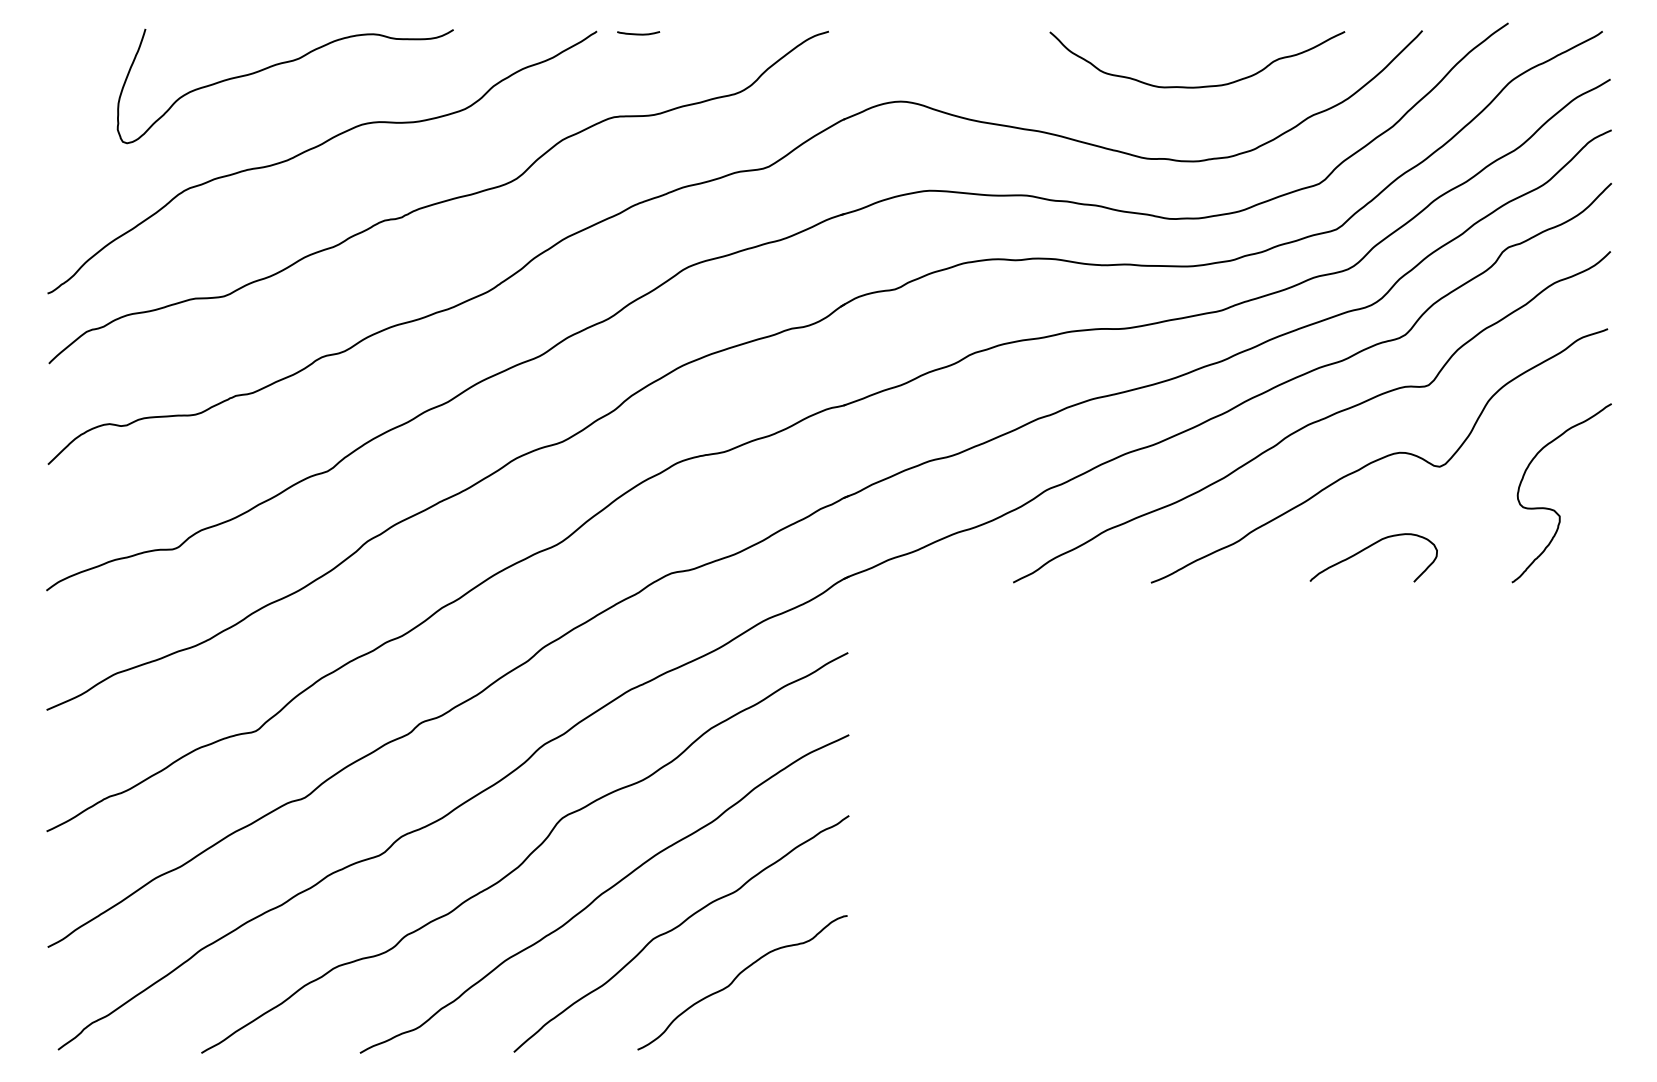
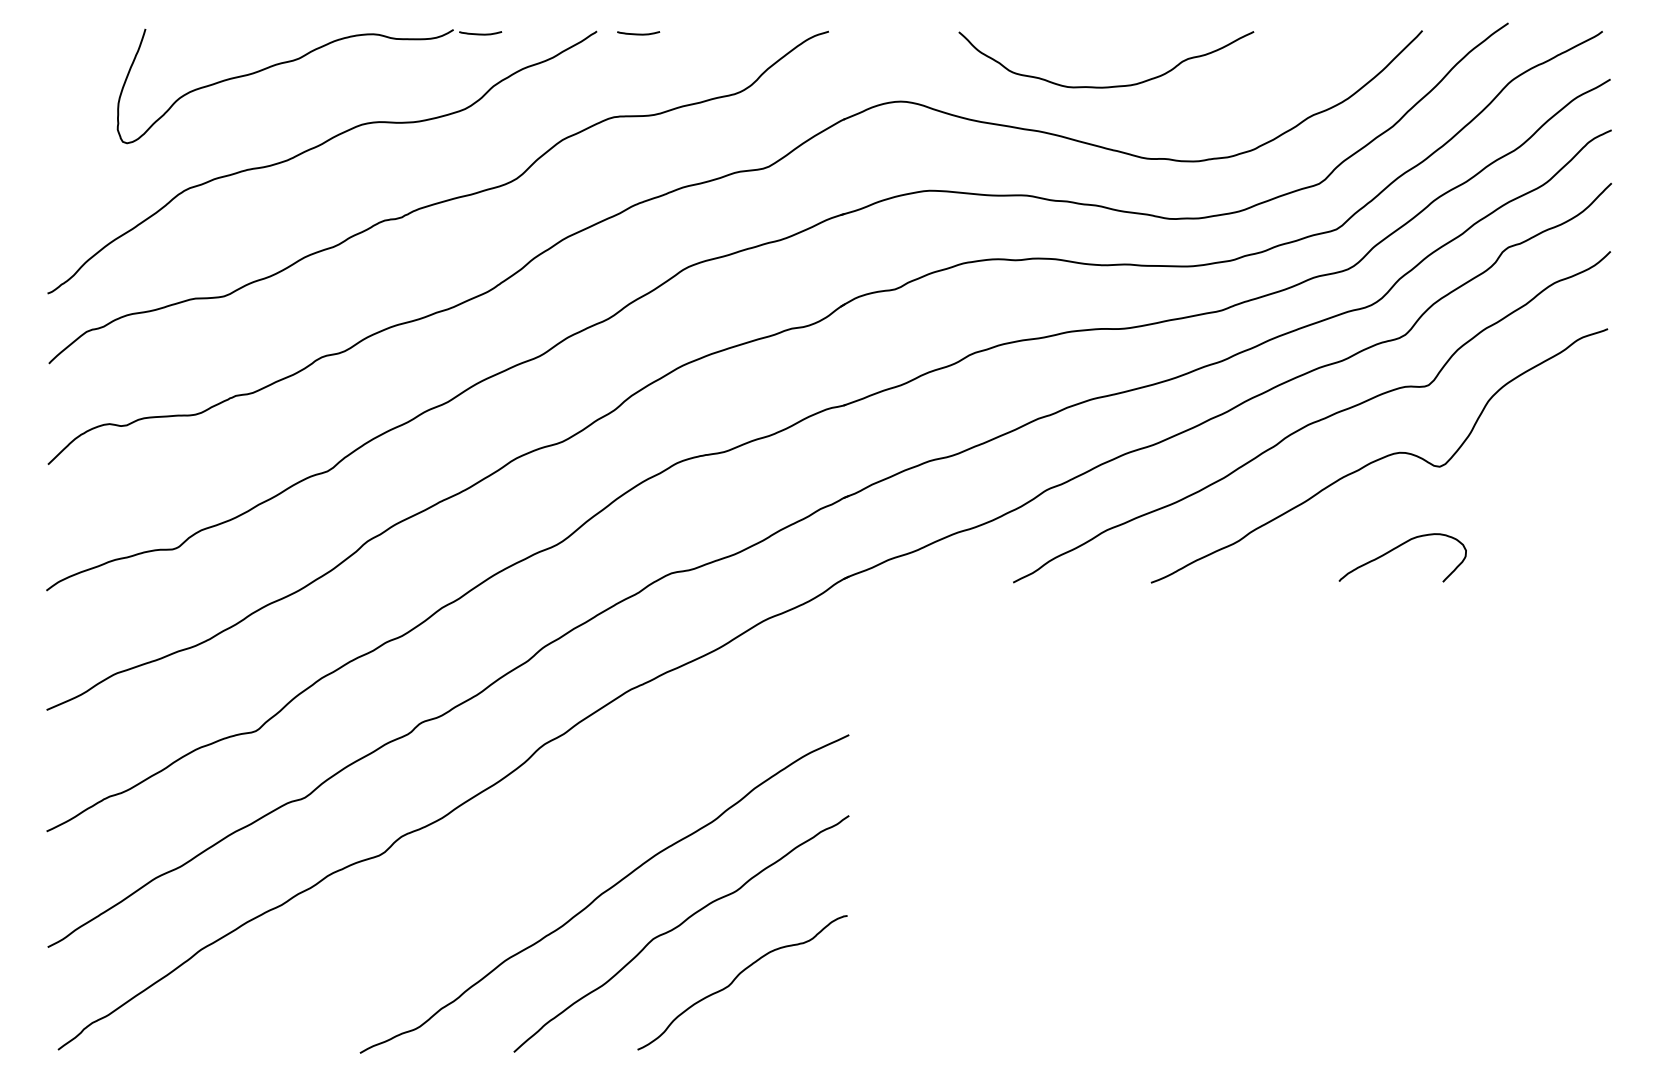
curve at (480, 33): none -> present
curve at (1204, 85) position: (1204, 85) -> (1113, 85)
curve at (1554, 509): present -> none
curve at (1368, 548) position: (1368, 548) -> (1397, 548)
curve at (528, 854): present -> none
